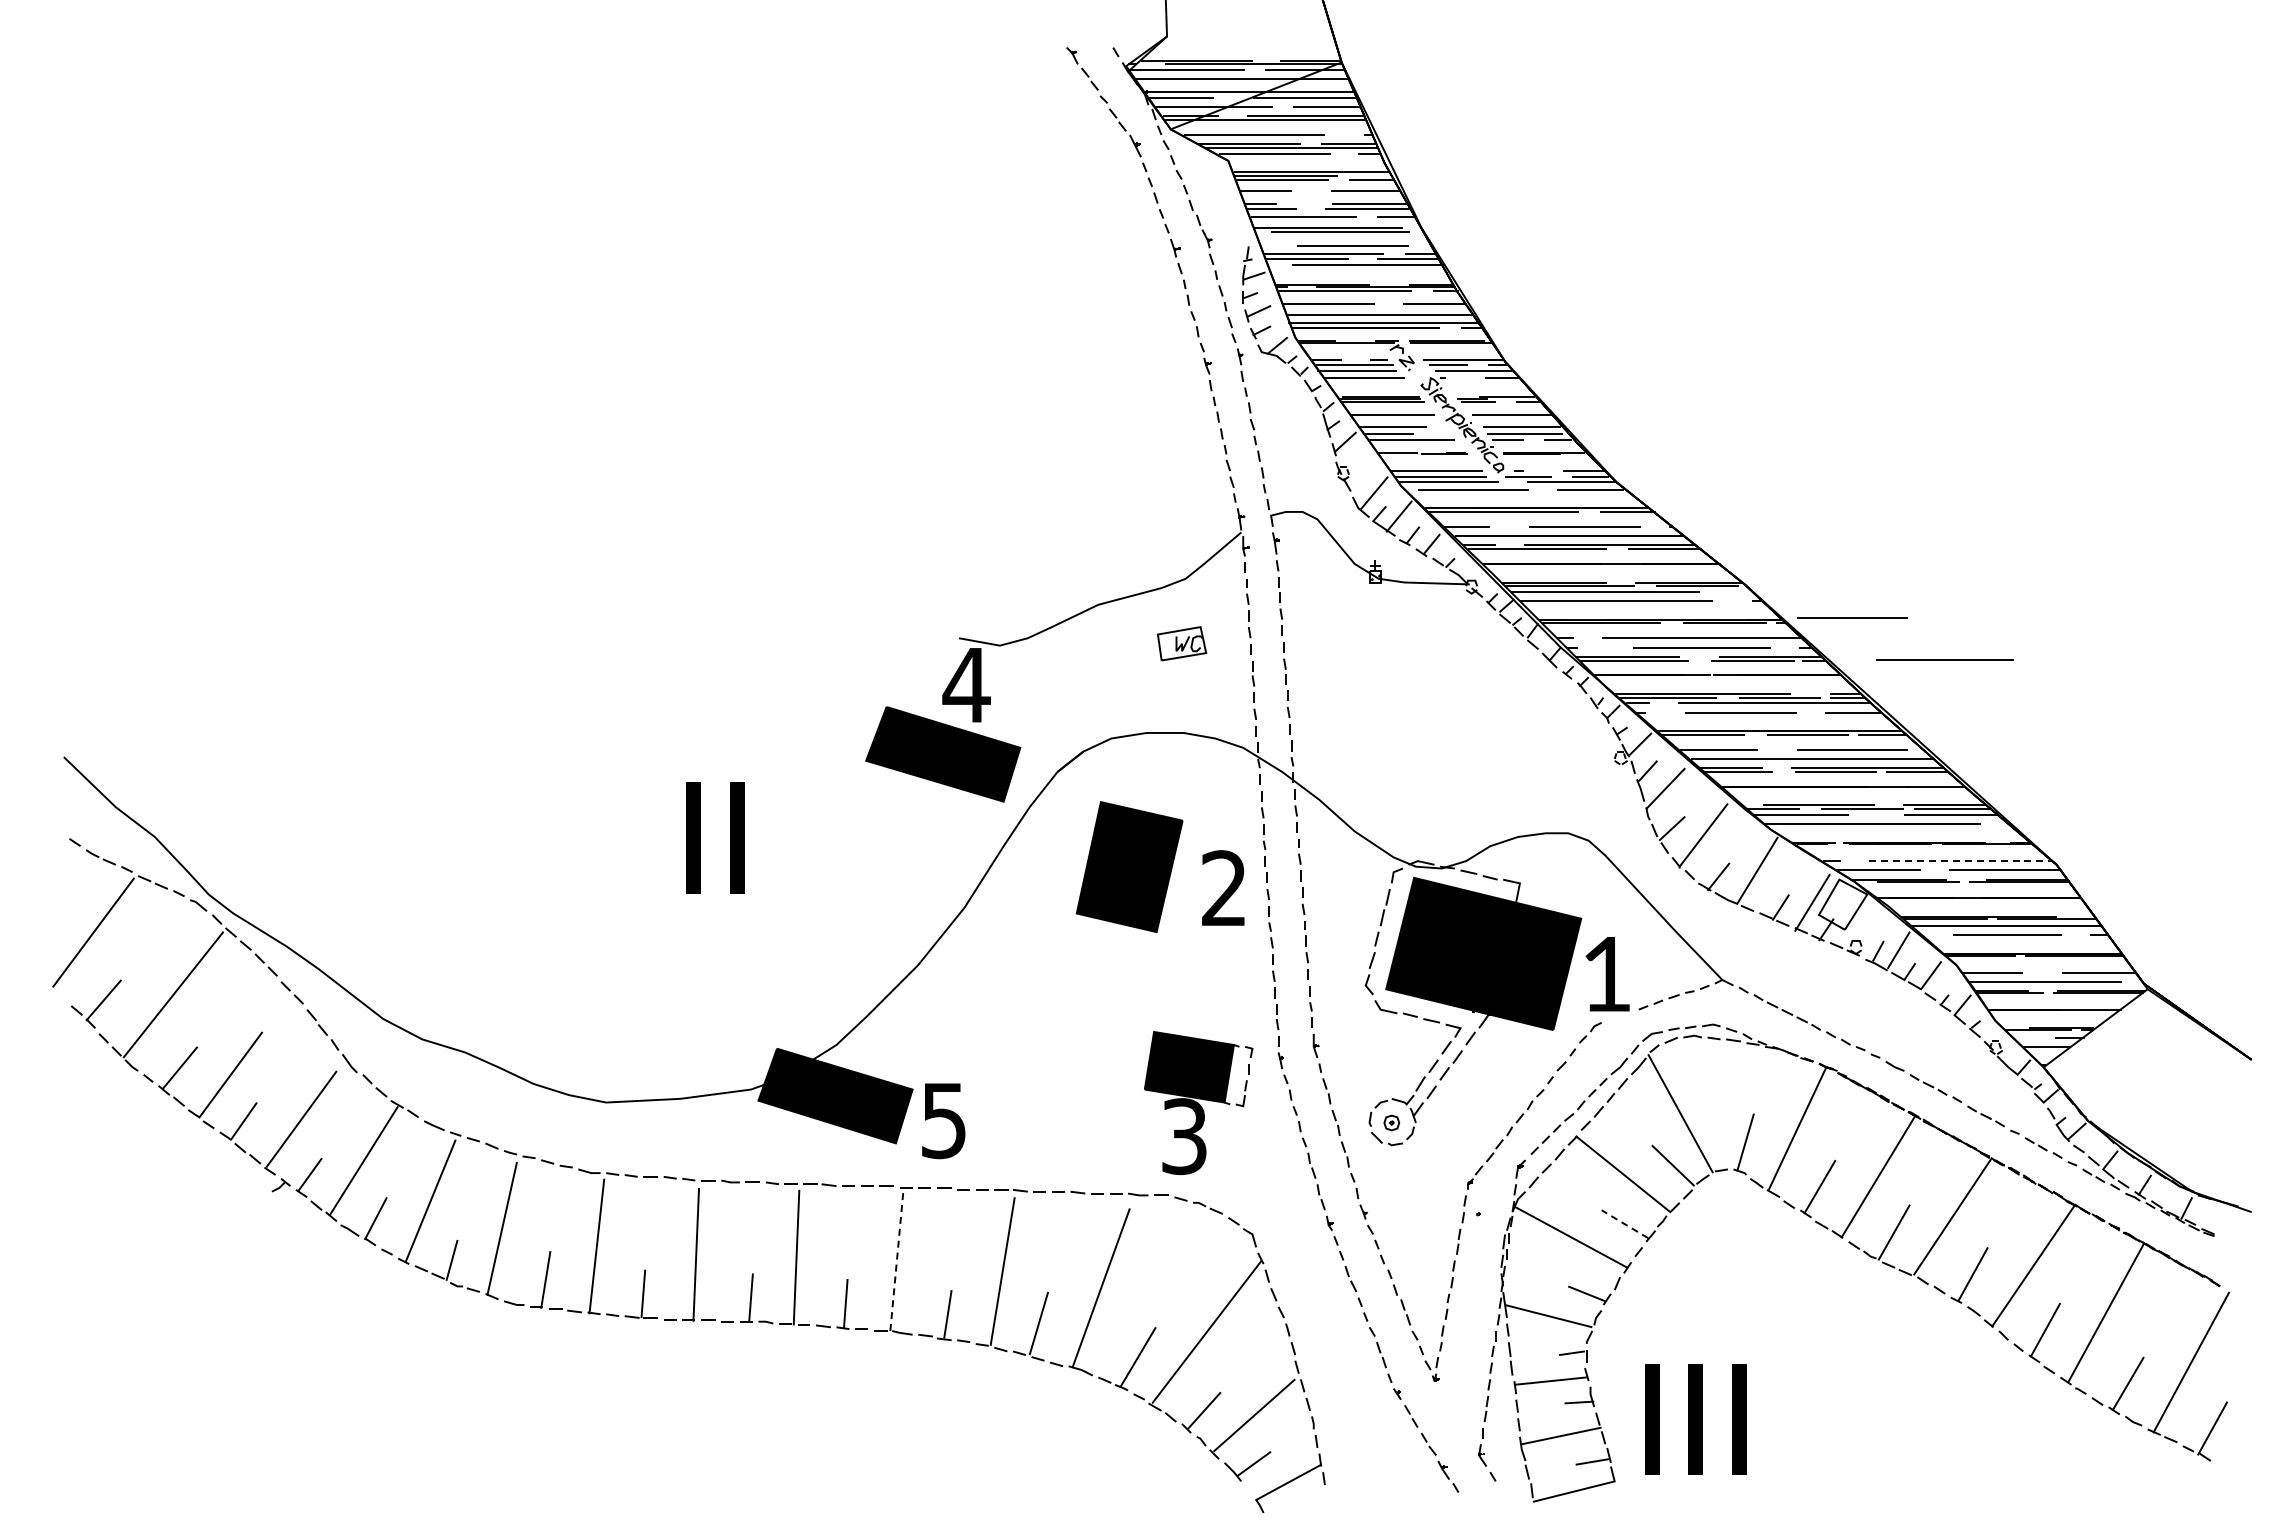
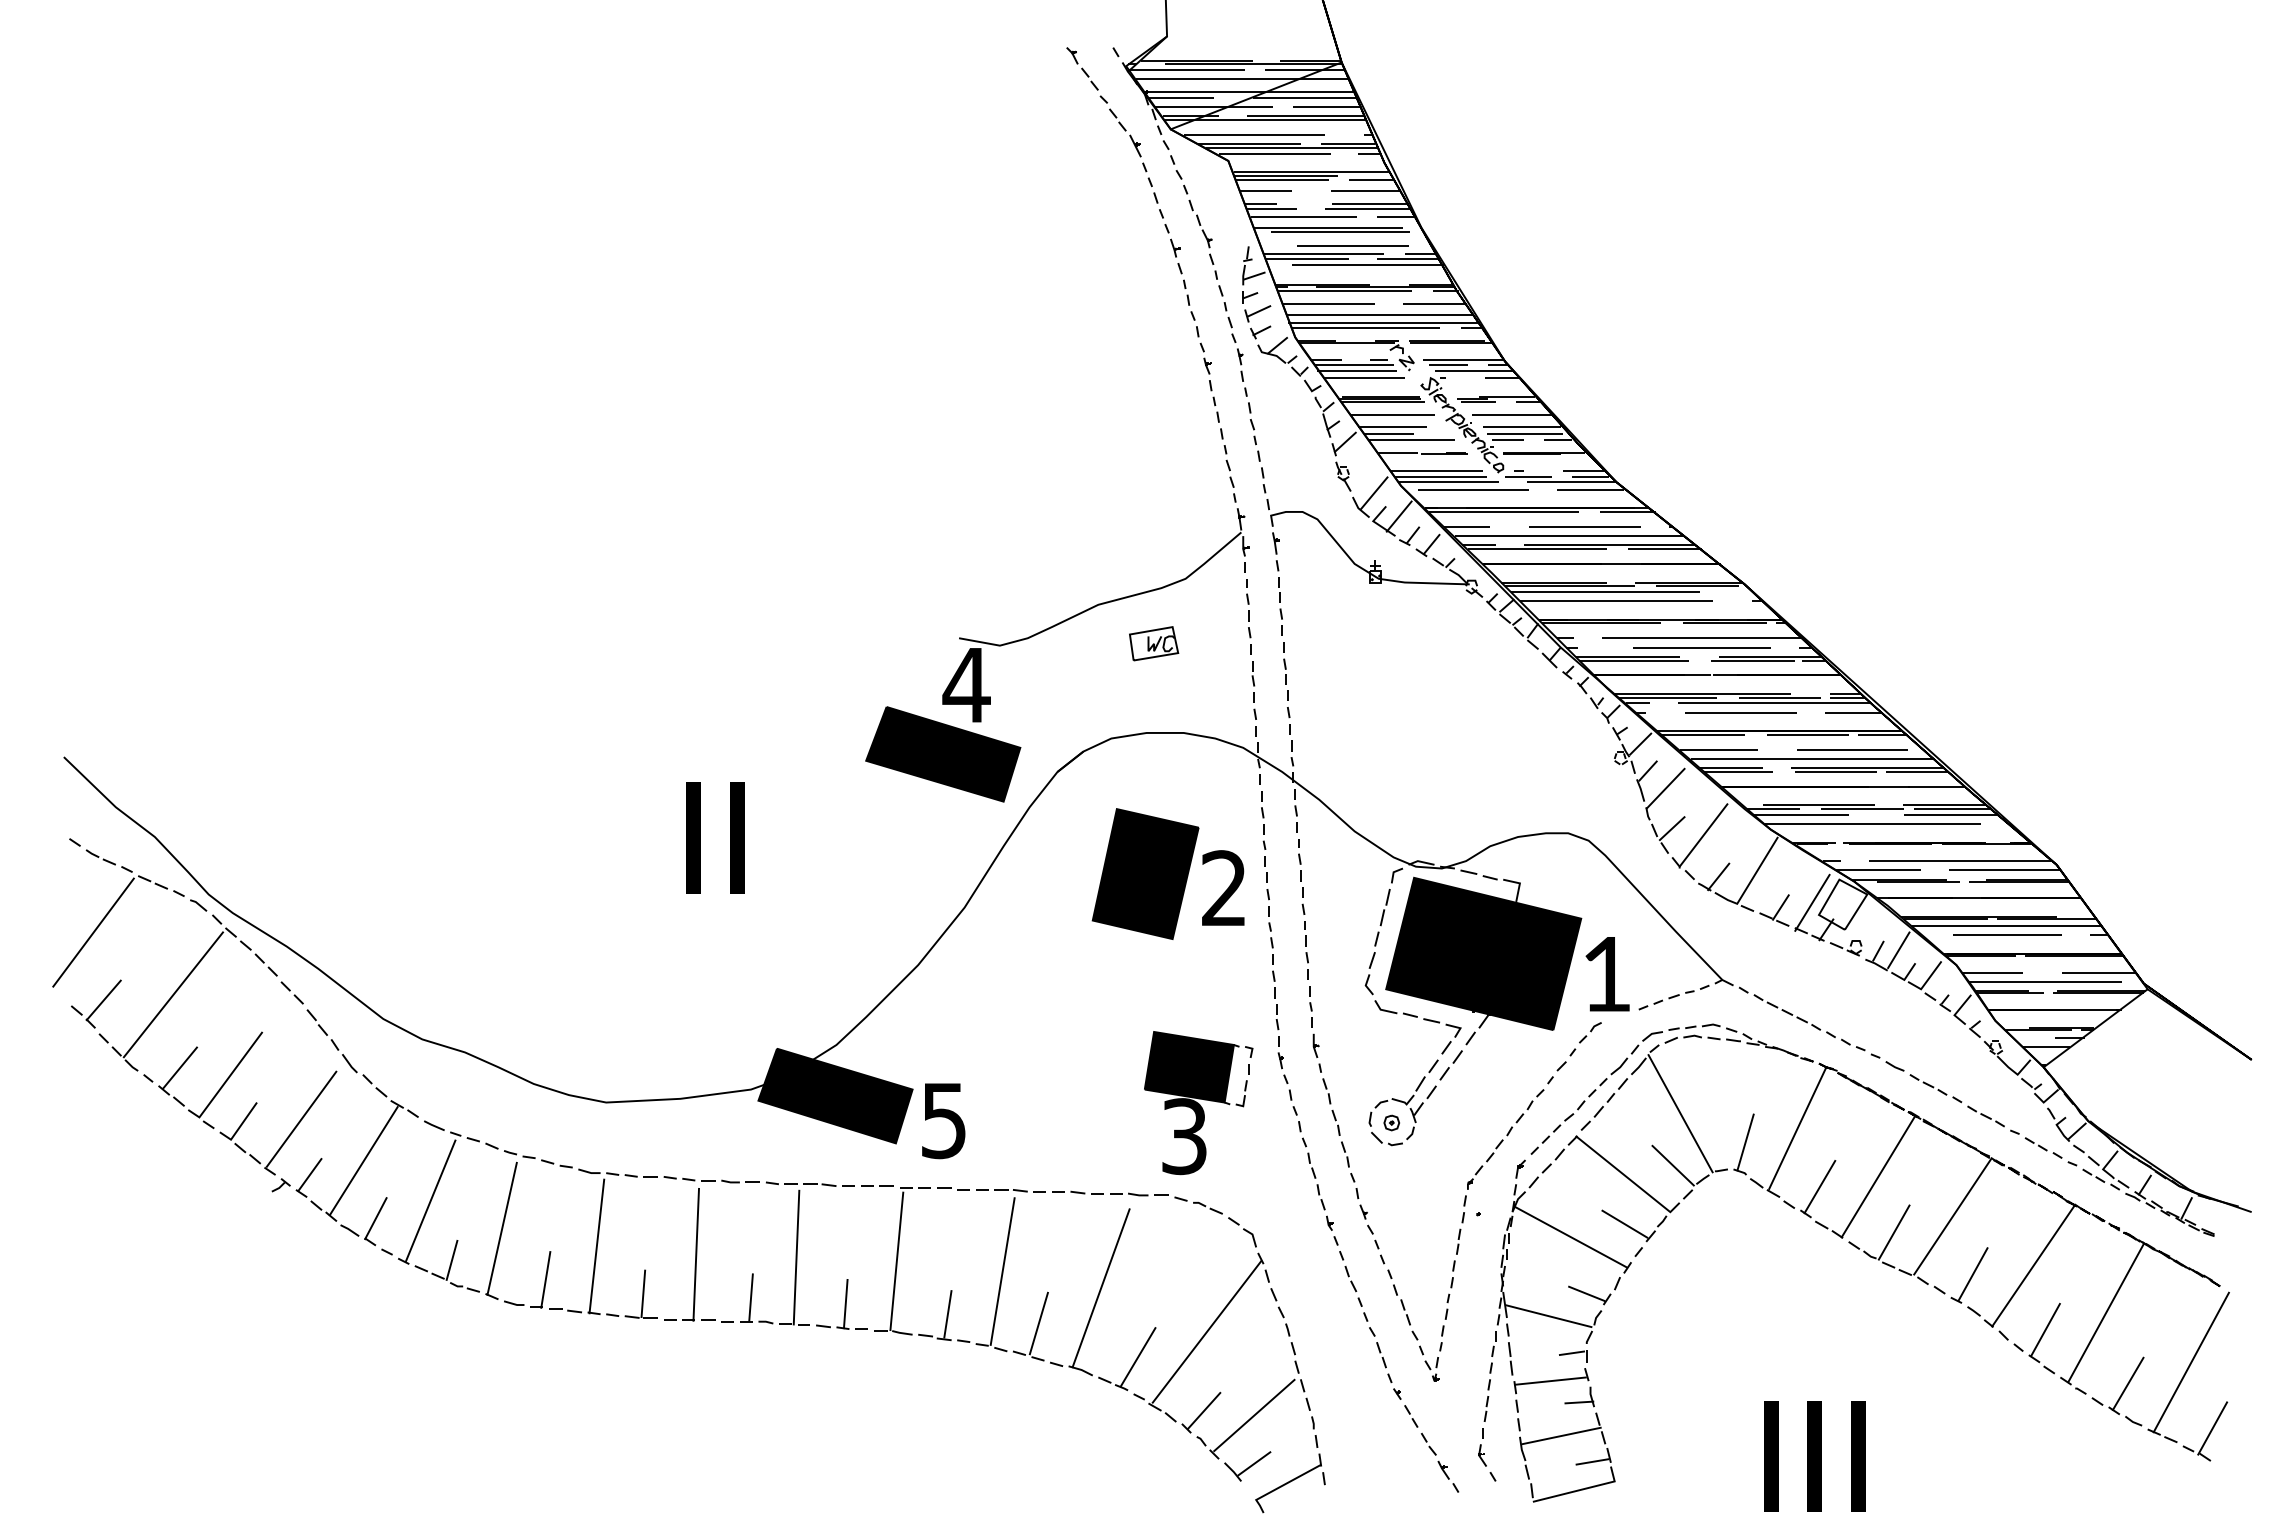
line at (1852, 617): present -> none
part at (1182, 643) position: (1182, 643) -> (1154, 643)
line at (1944, 659): present -> none
line at (1961, 861): dashed -> solid
part at (1129, 866) position: (1129, 866) -> (1145, 873)
line at (1624, 1223): dashed -> solid
line at (896, 1261): dashed -> solid
text at (1695, 1419) position: (1695, 1419) -> (1814, 1456)
